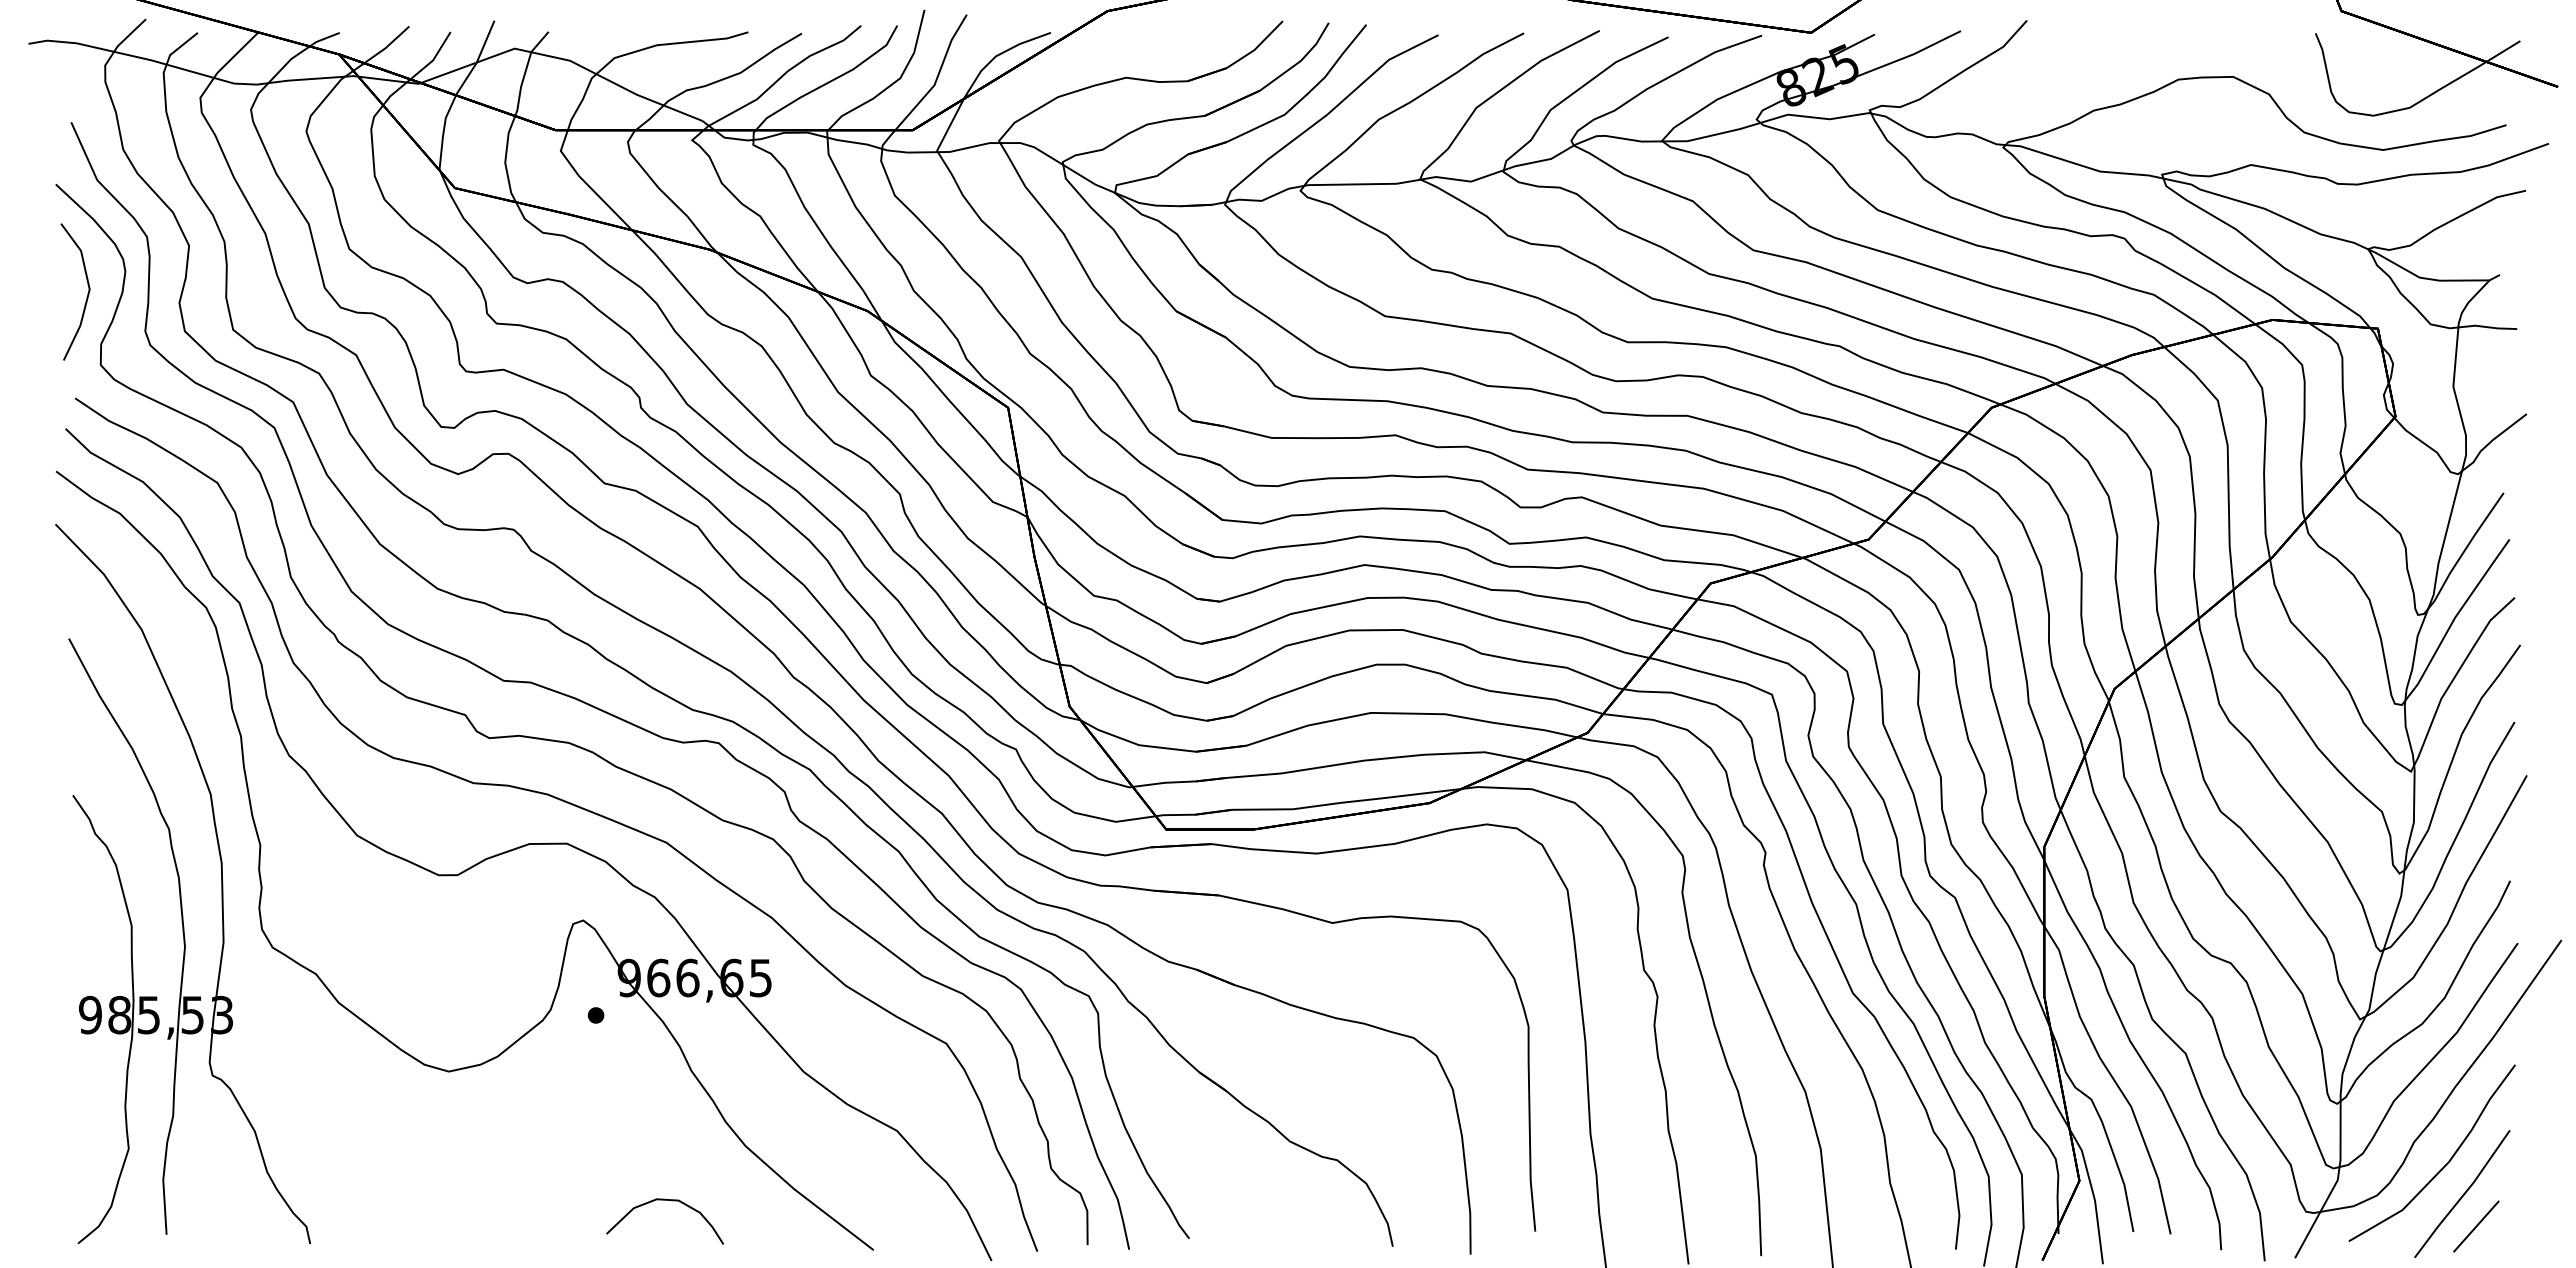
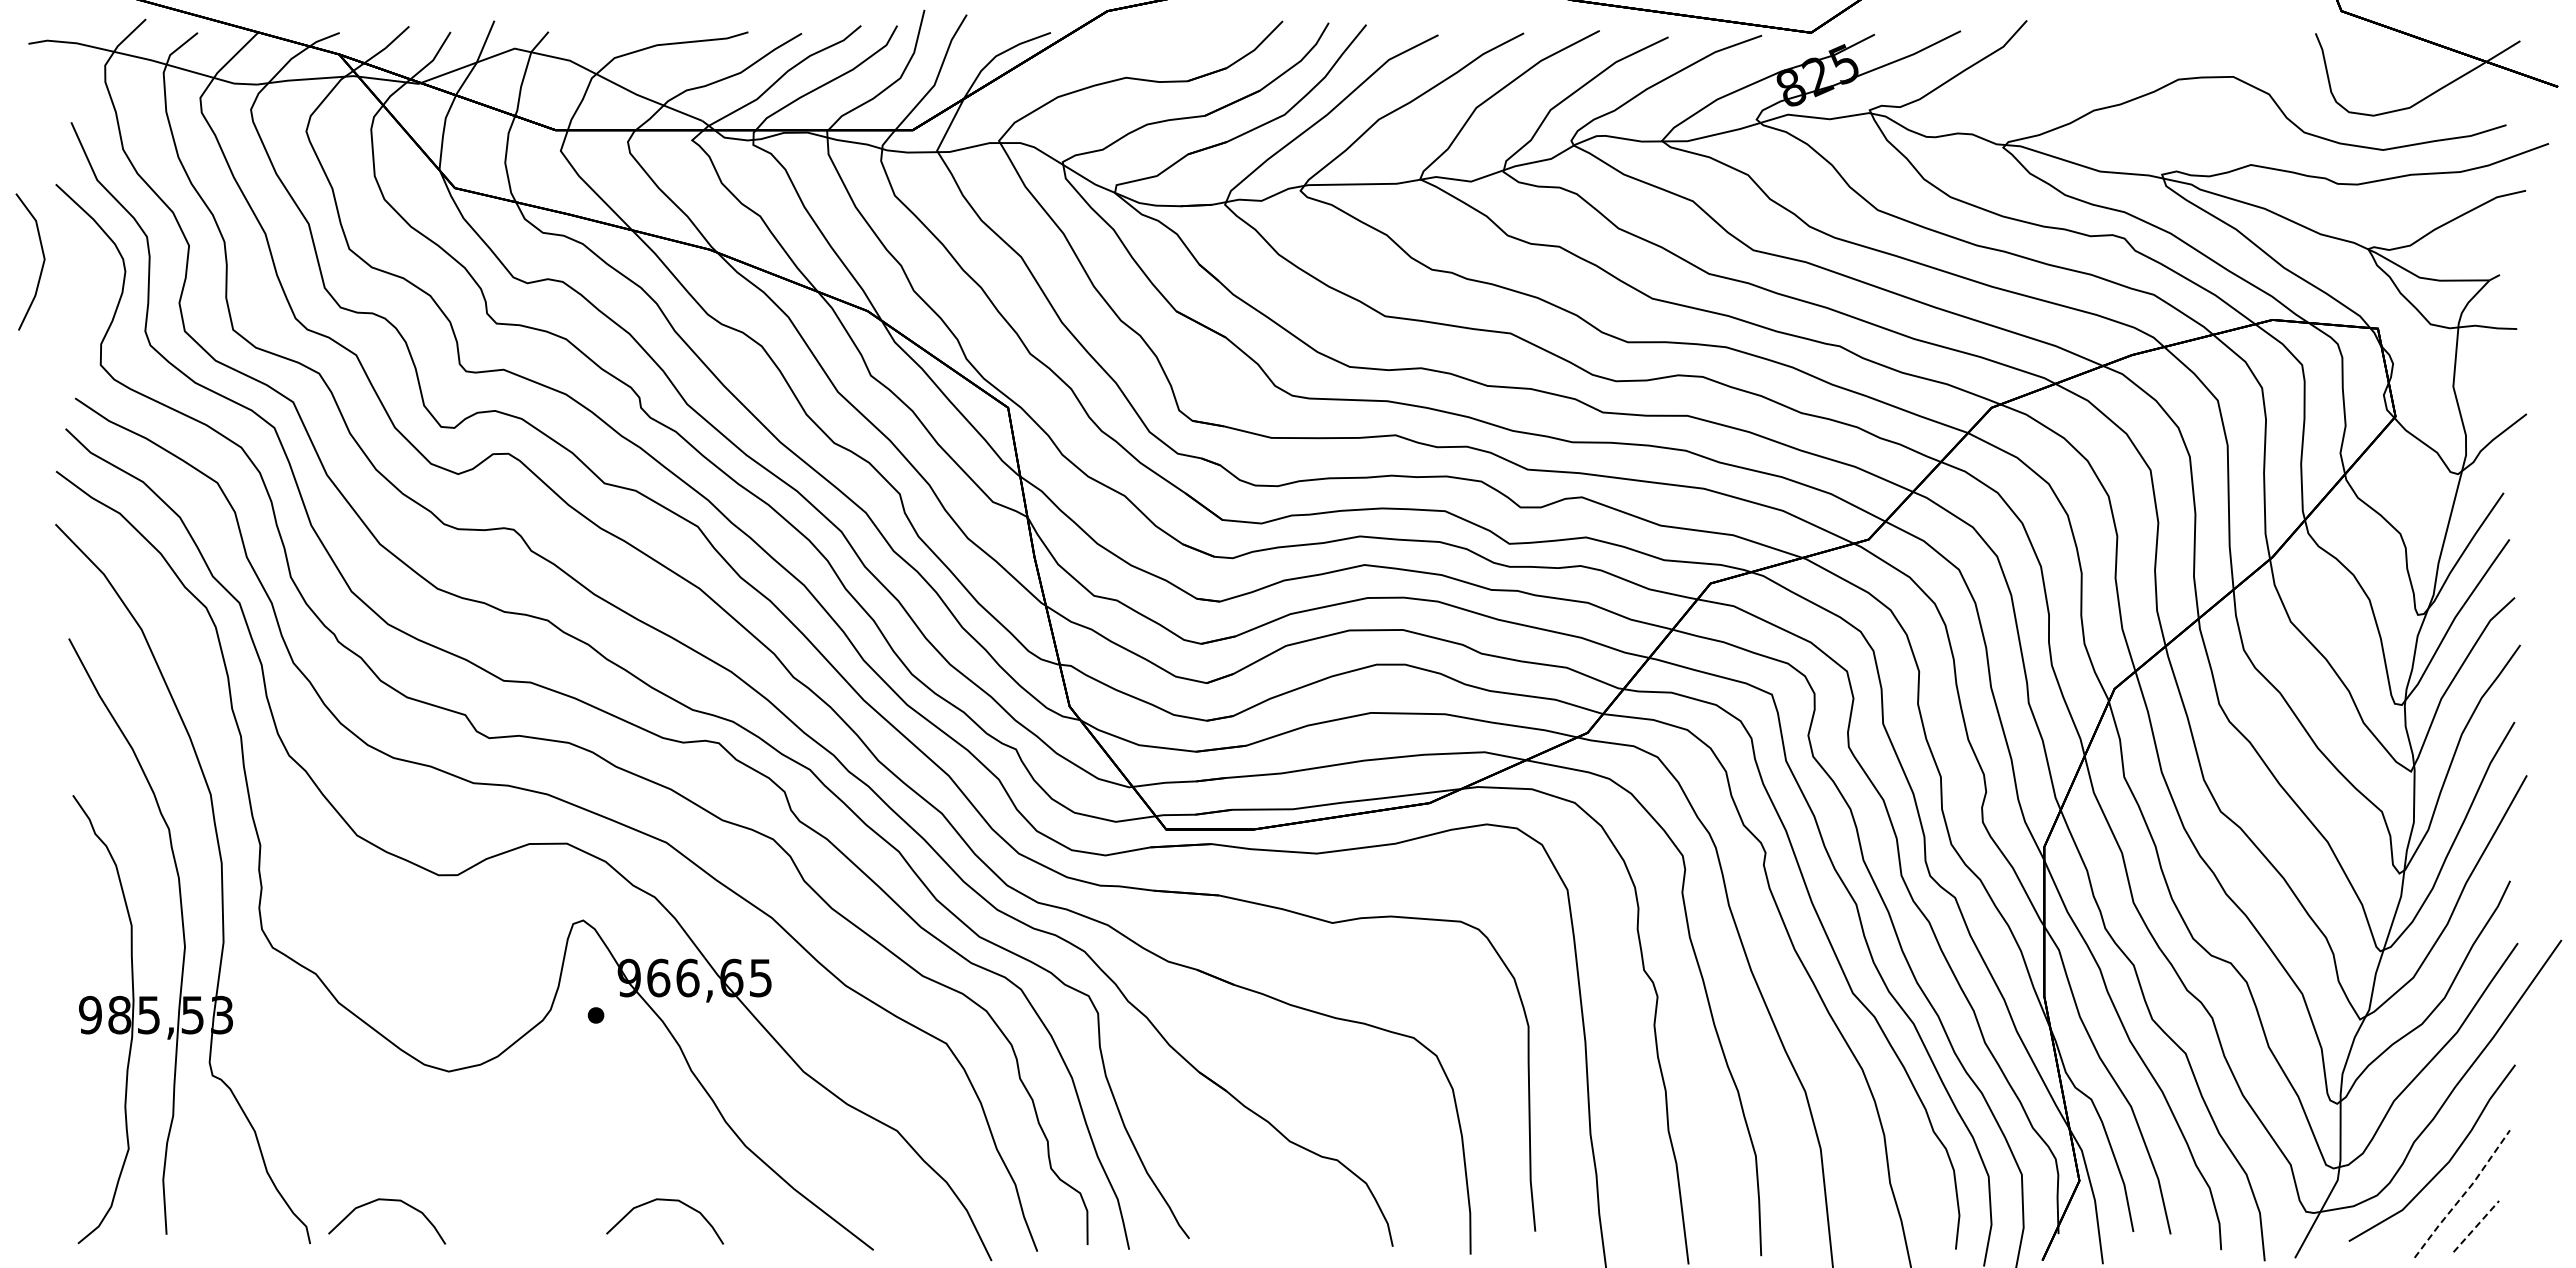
line at (87, 293) position: (87, 293) -> (42, 263)
line at (2463, 1195): solid -> dashed
curve at (387, 1200): none -> present
line at (2476, 1226): solid -> dashed
